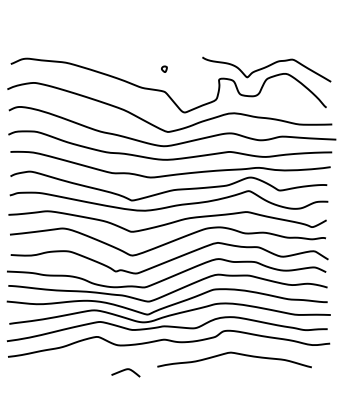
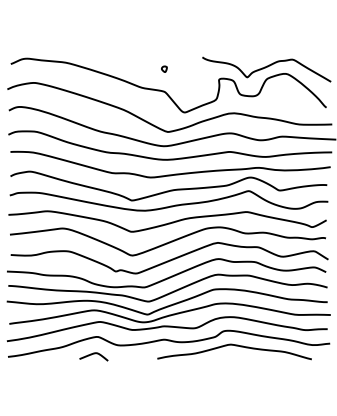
curve at (235, 354) position: (235, 354) -> (235, 346)
curve at (125, 370) position: (125, 370) -> (93, 354)
